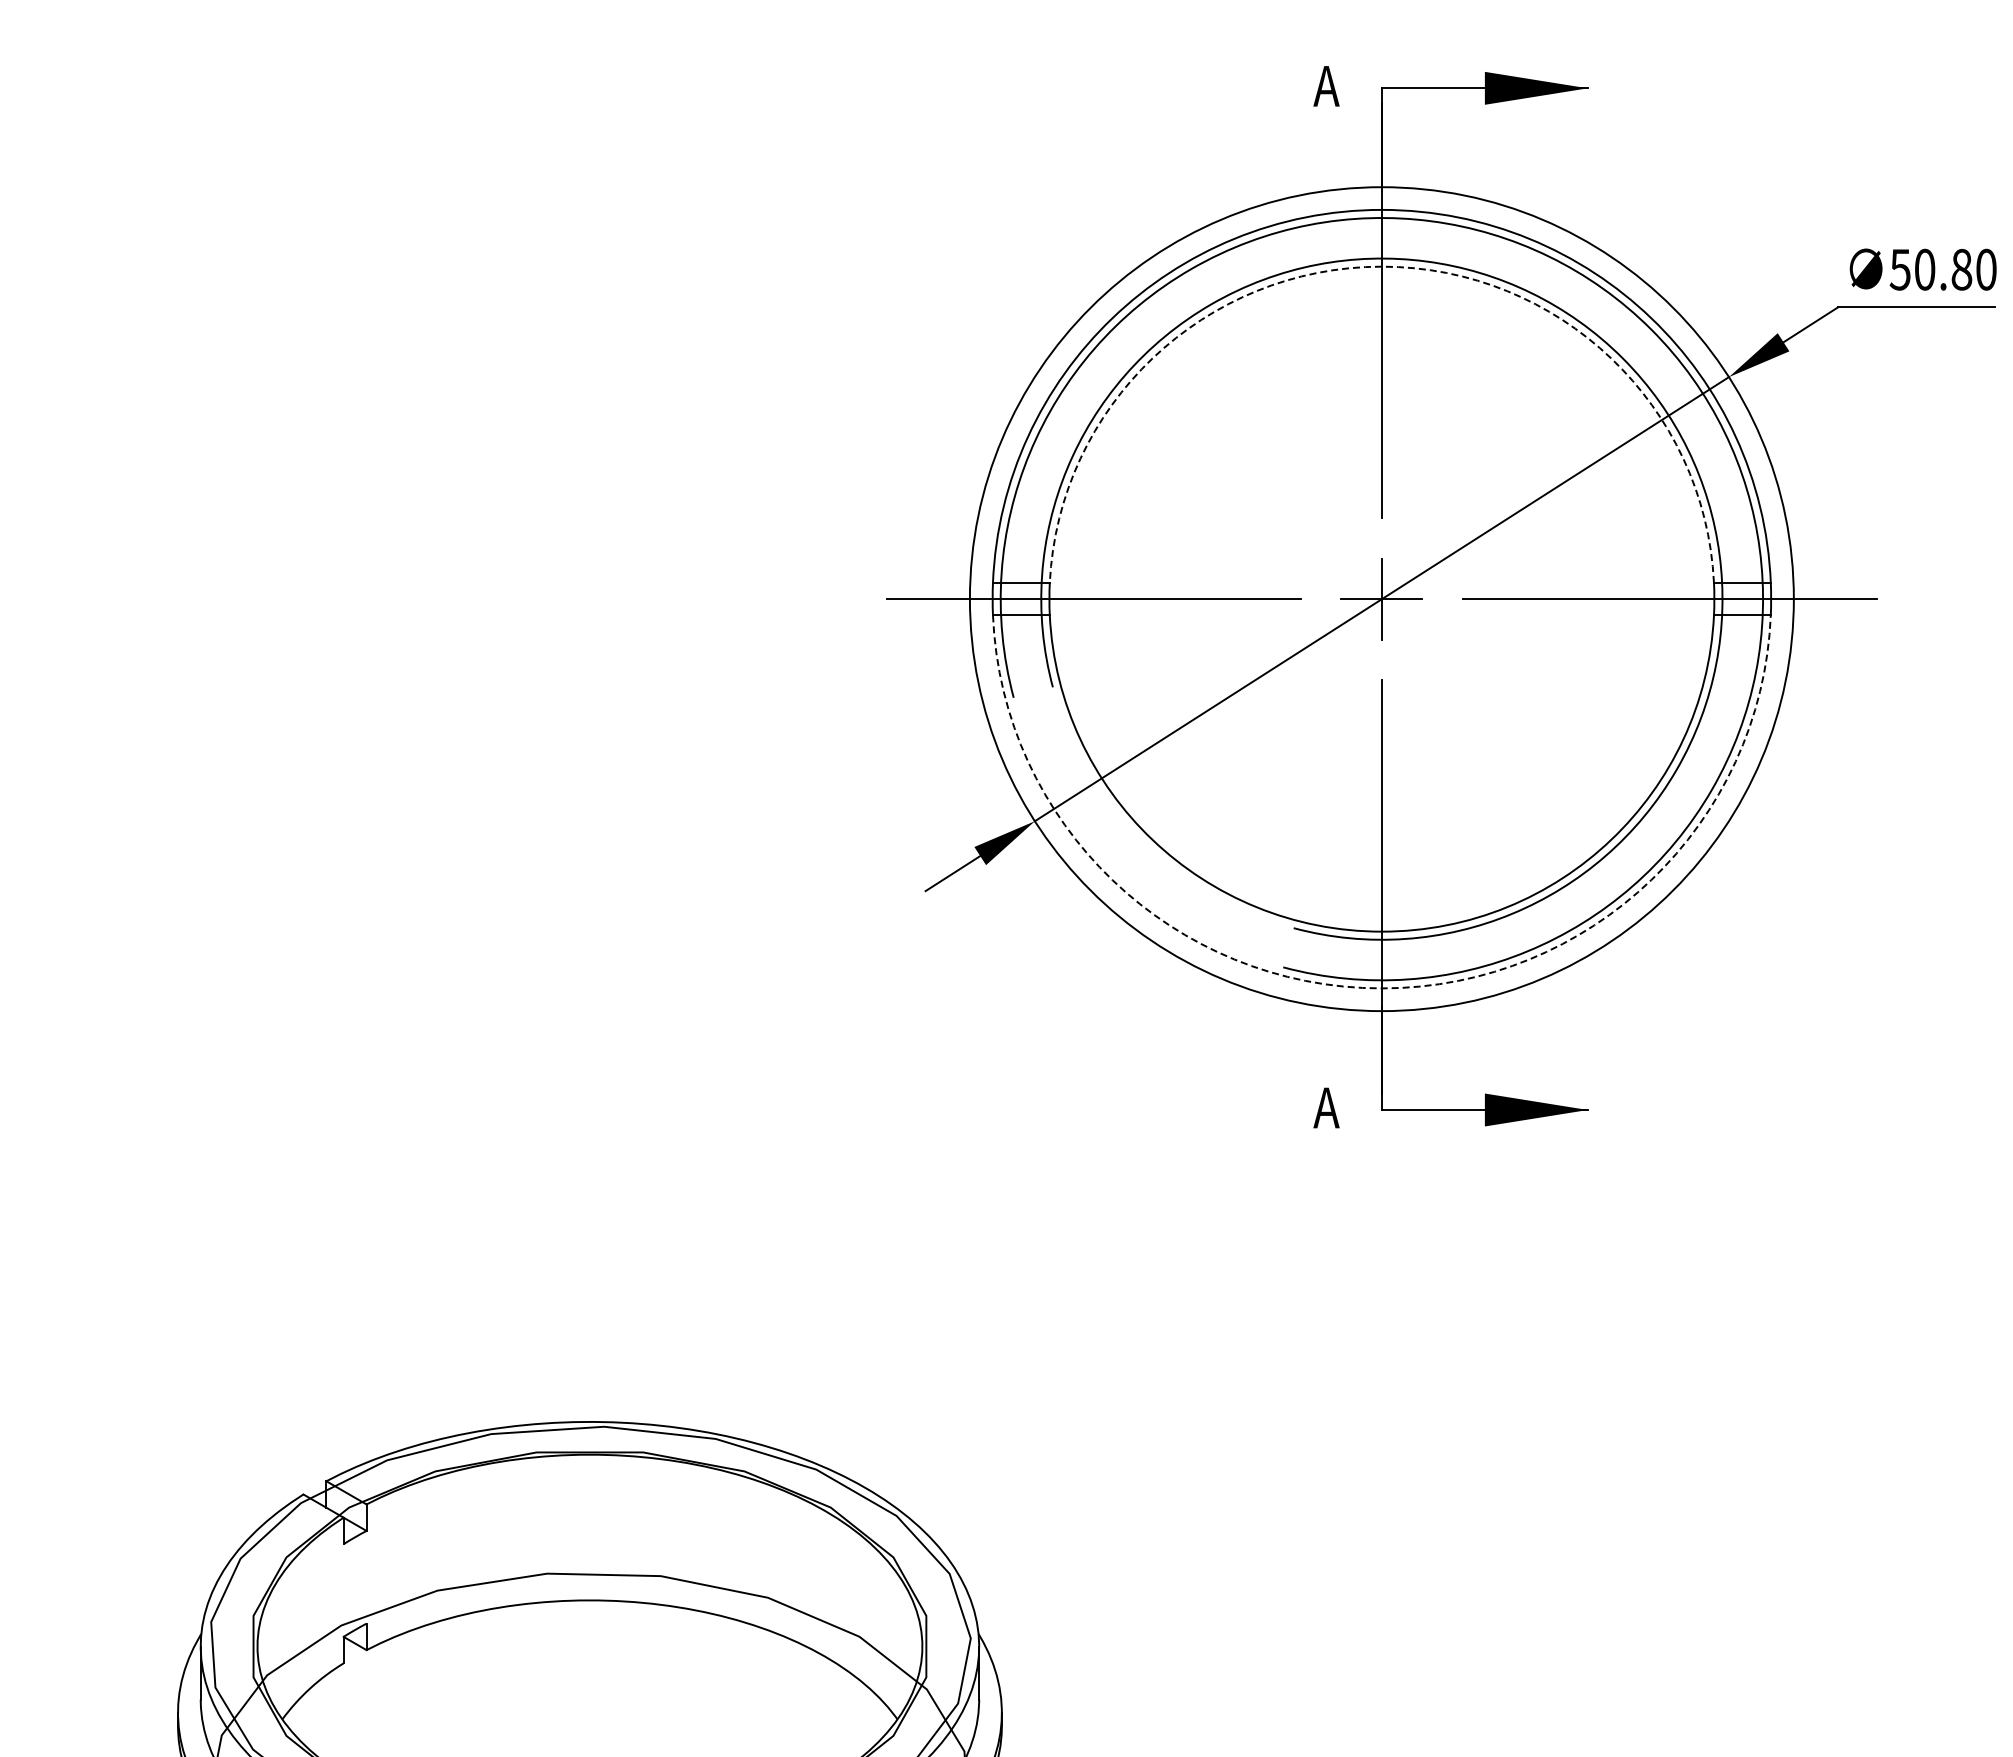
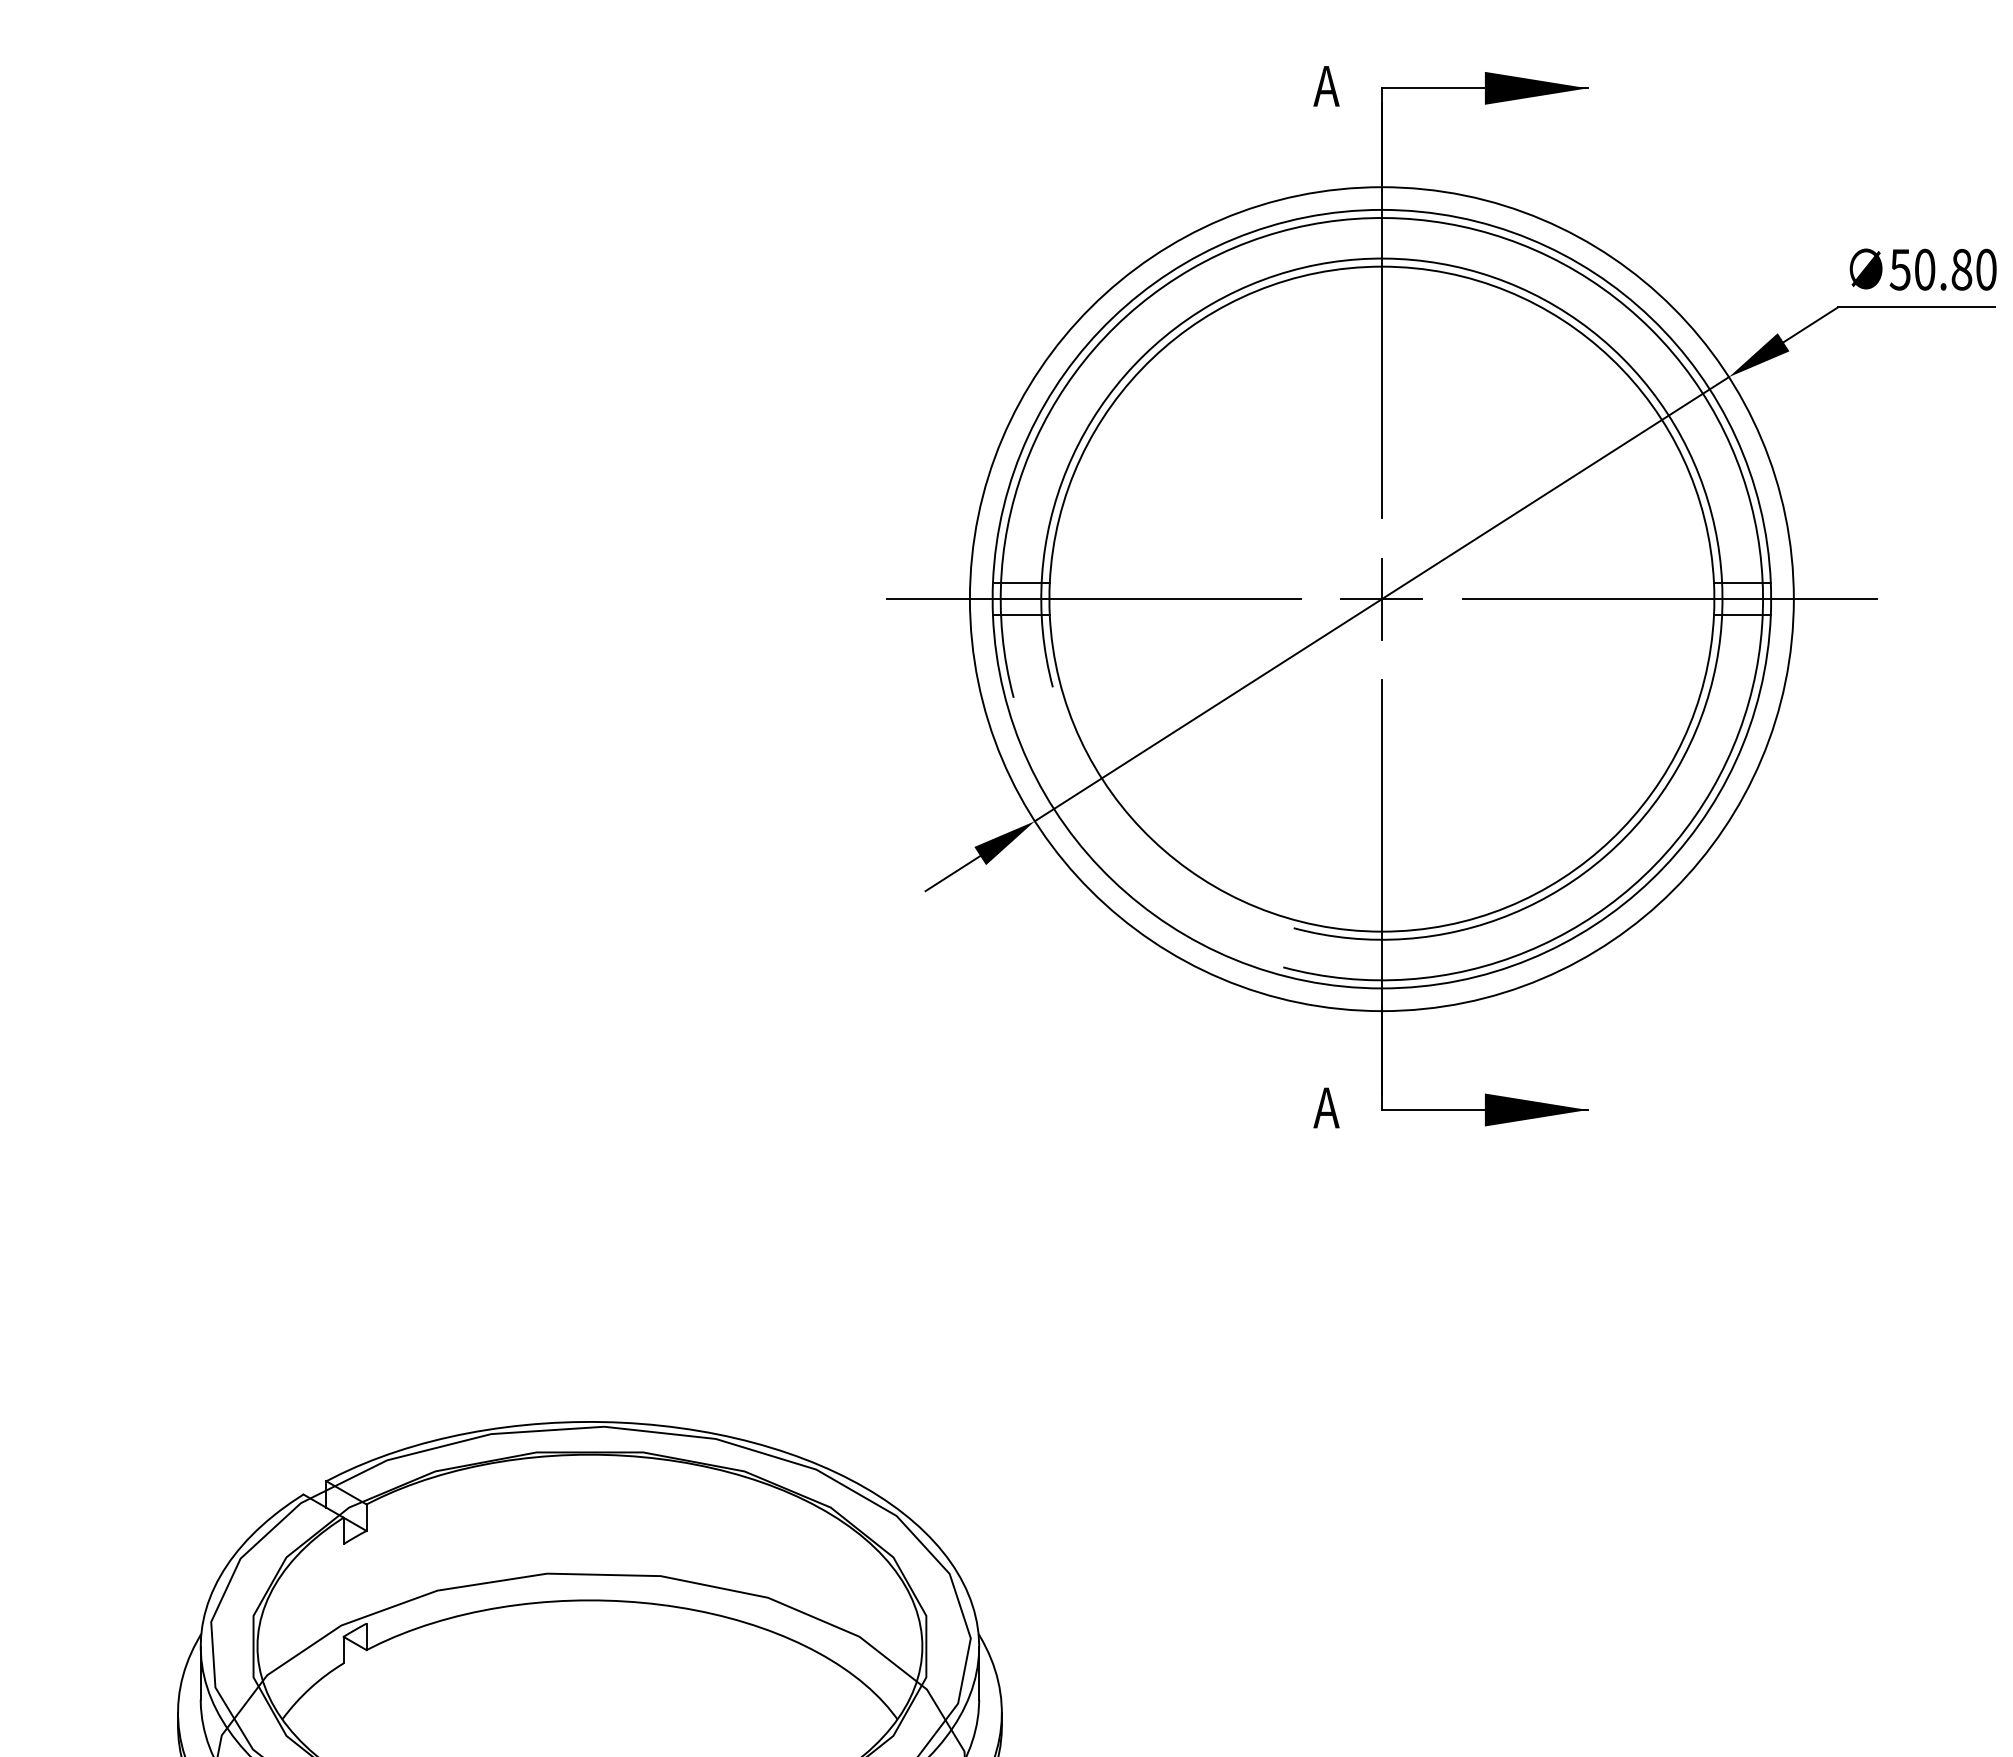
arc at (1381, 266): dashed -> solid
arc at (1381, 988): dashed -> solid
